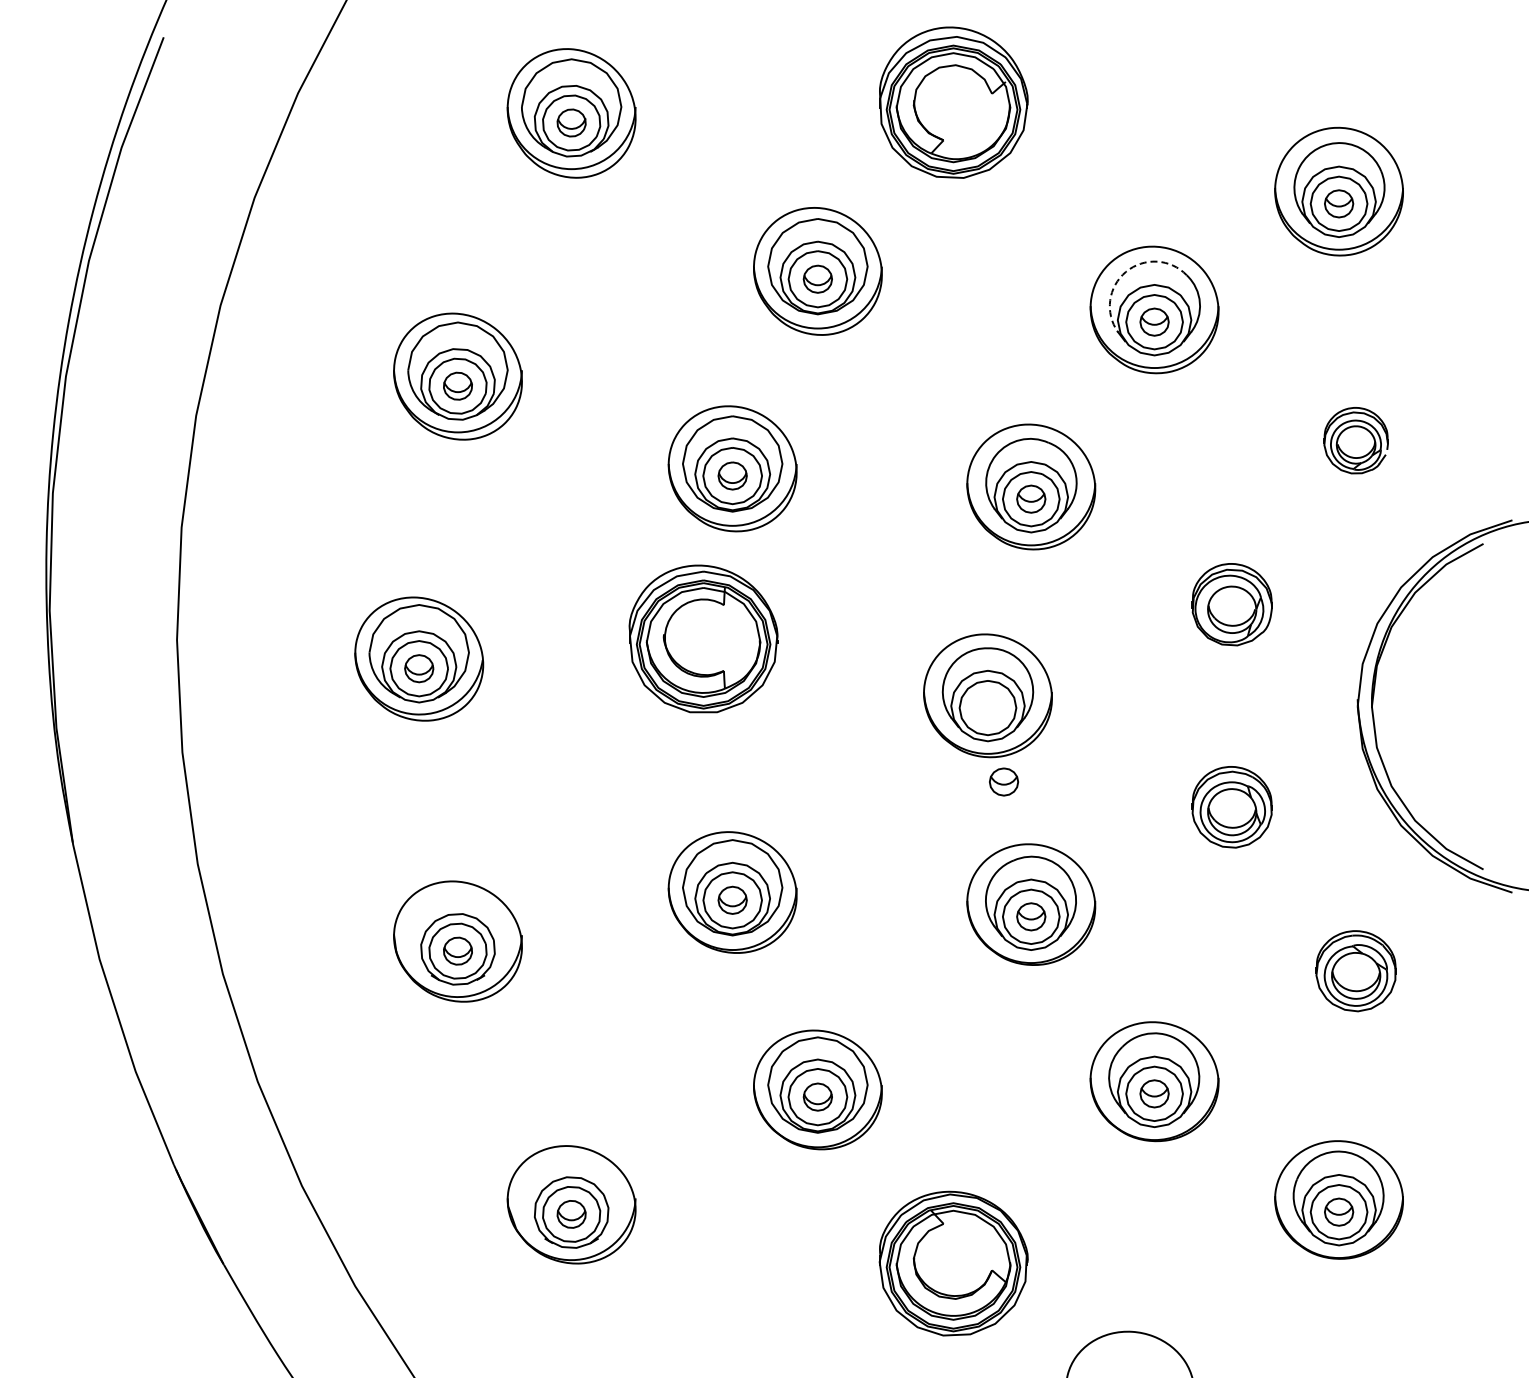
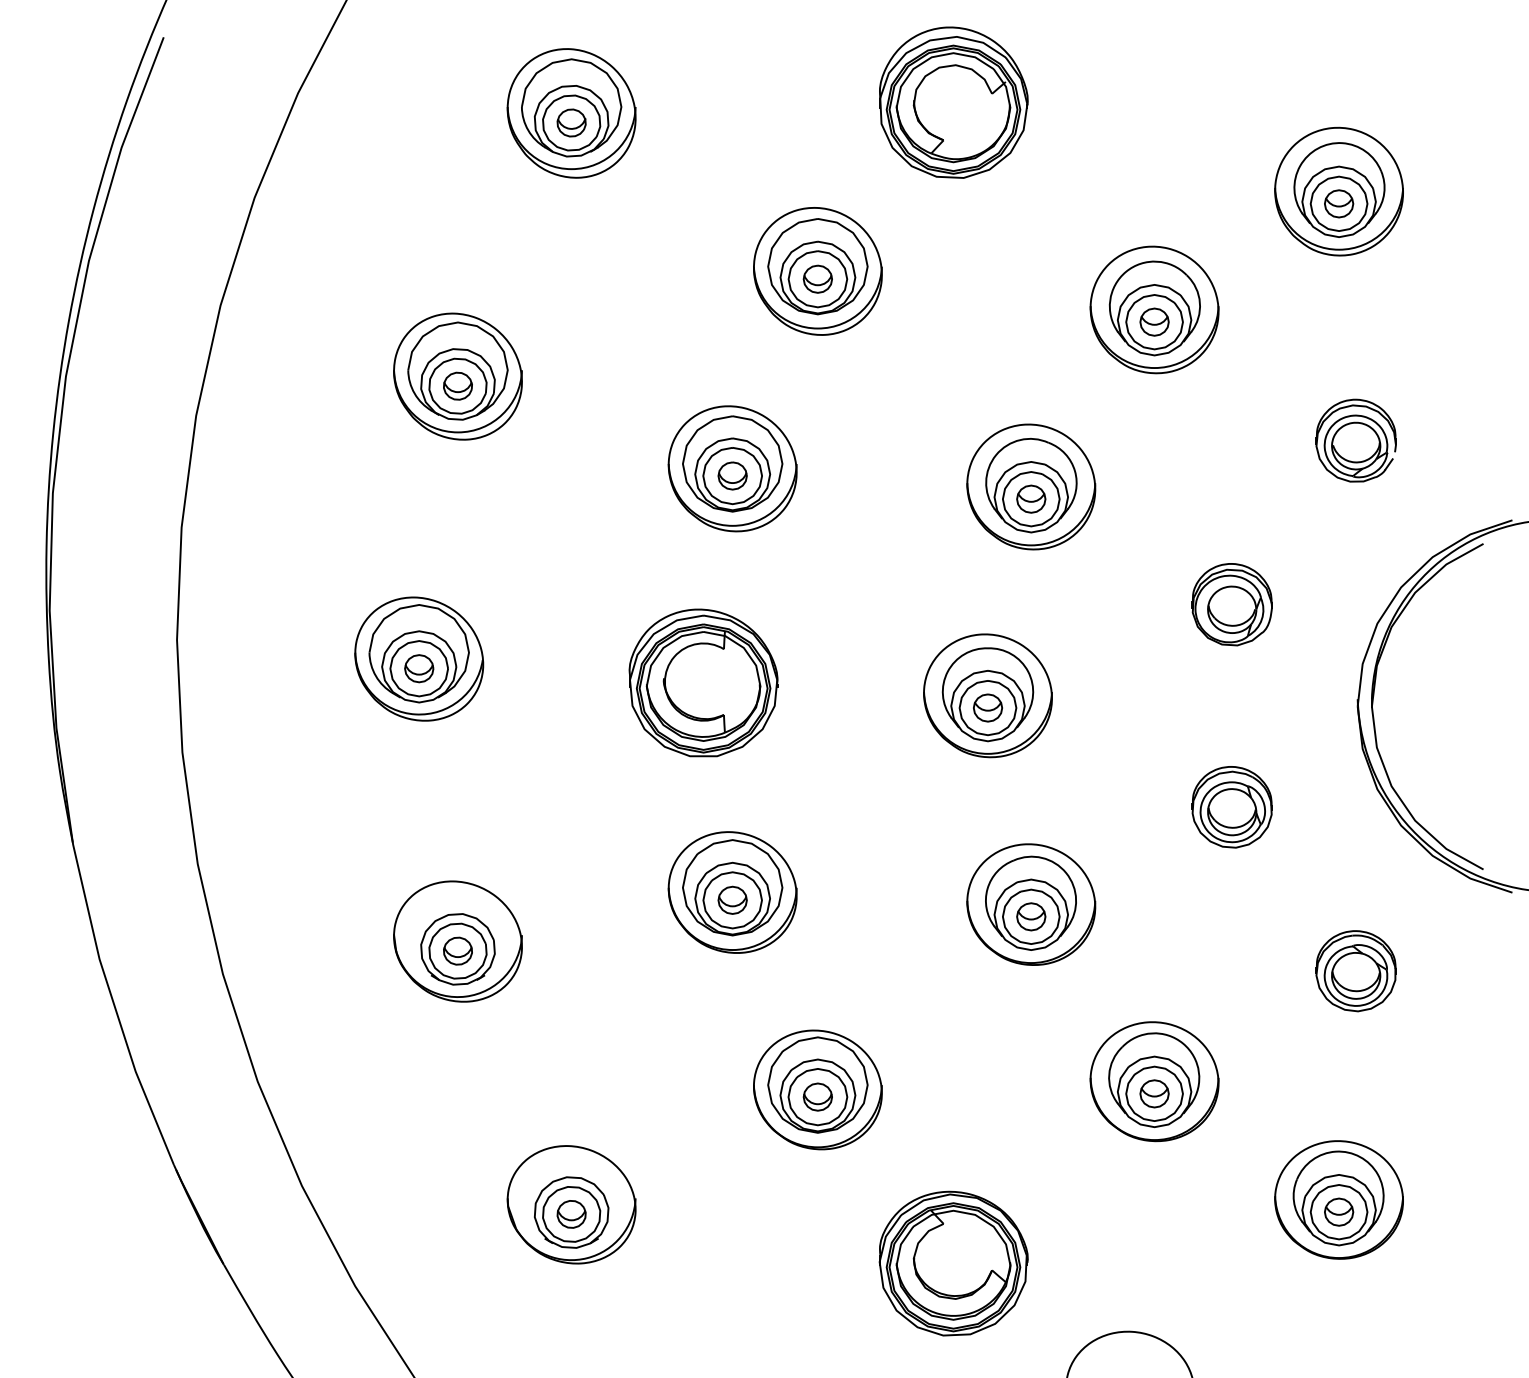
arc at (1126, 271): dashed -> solid
part at (1355, 440) size: 66x68 px -> 82x85 px
part at (703, 638) position: (703, 638) -> (703, 682)
part at (1003, 781) position: (1003, 781) -> (987, 707)
